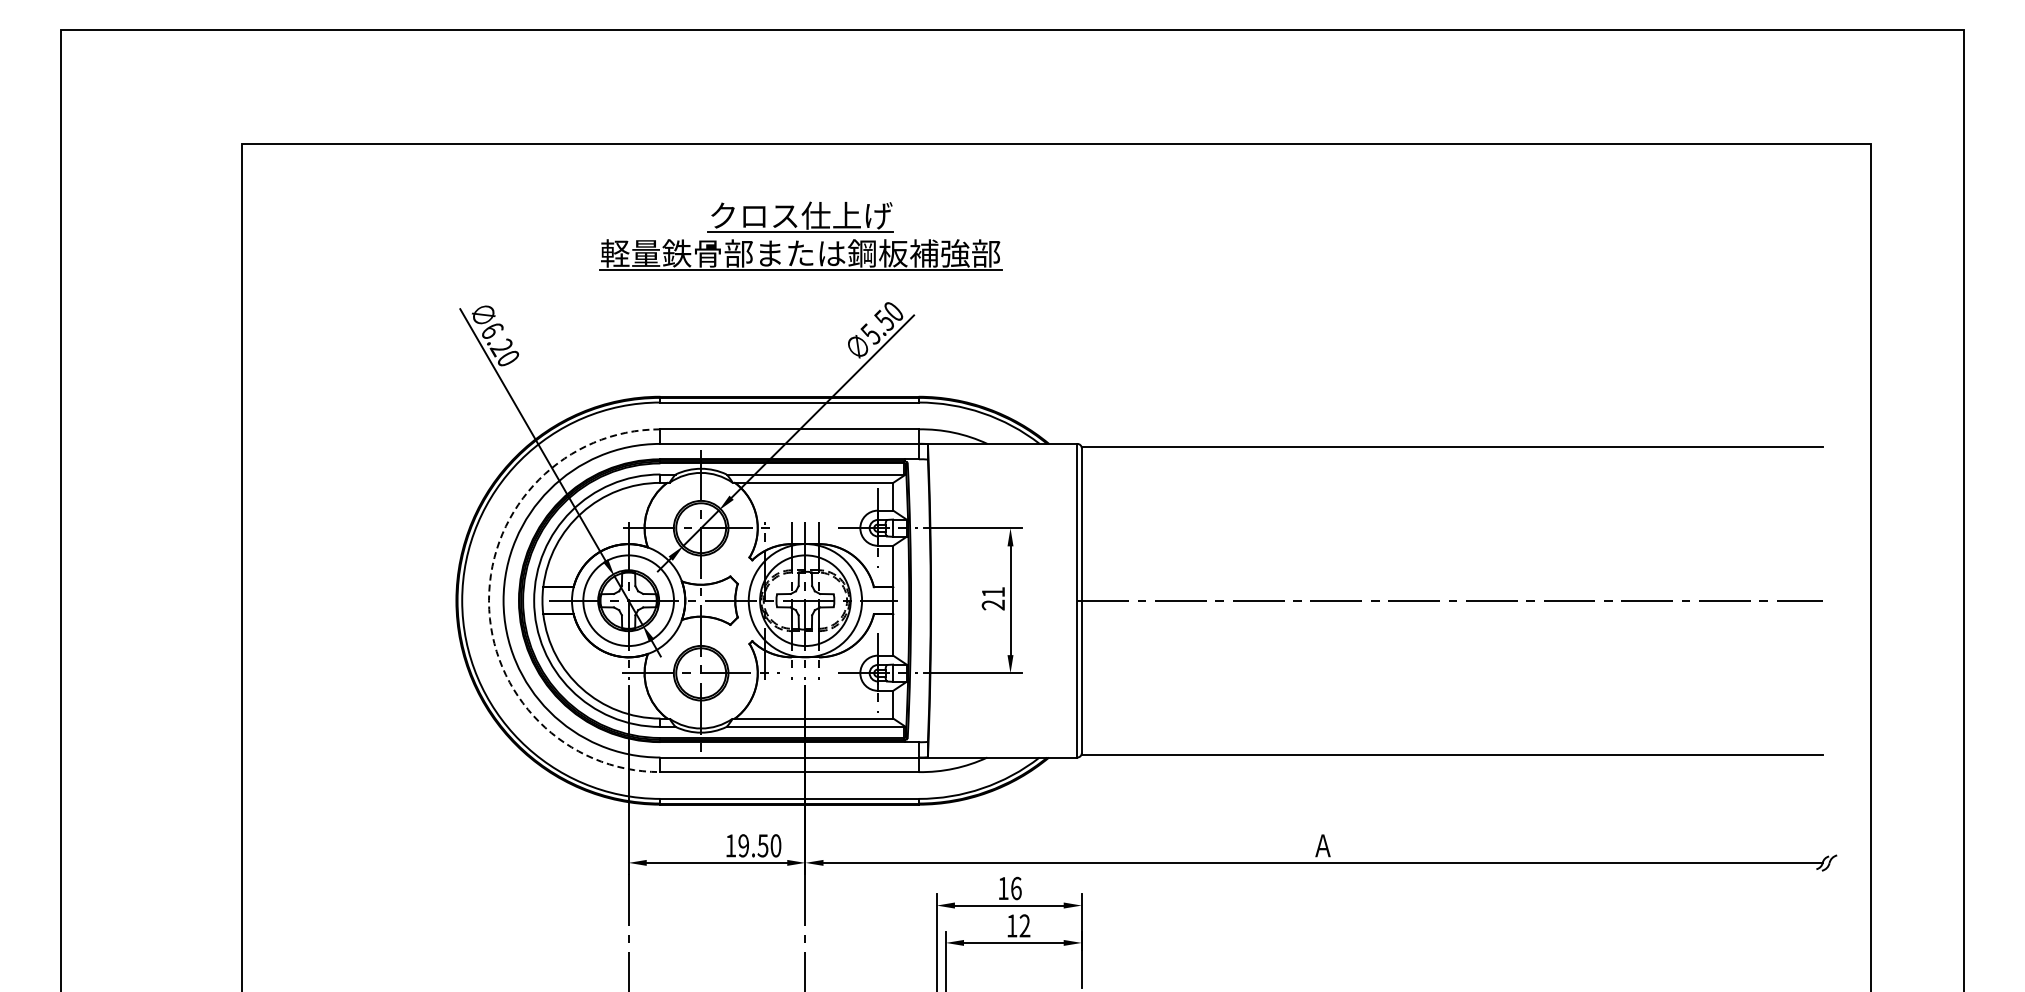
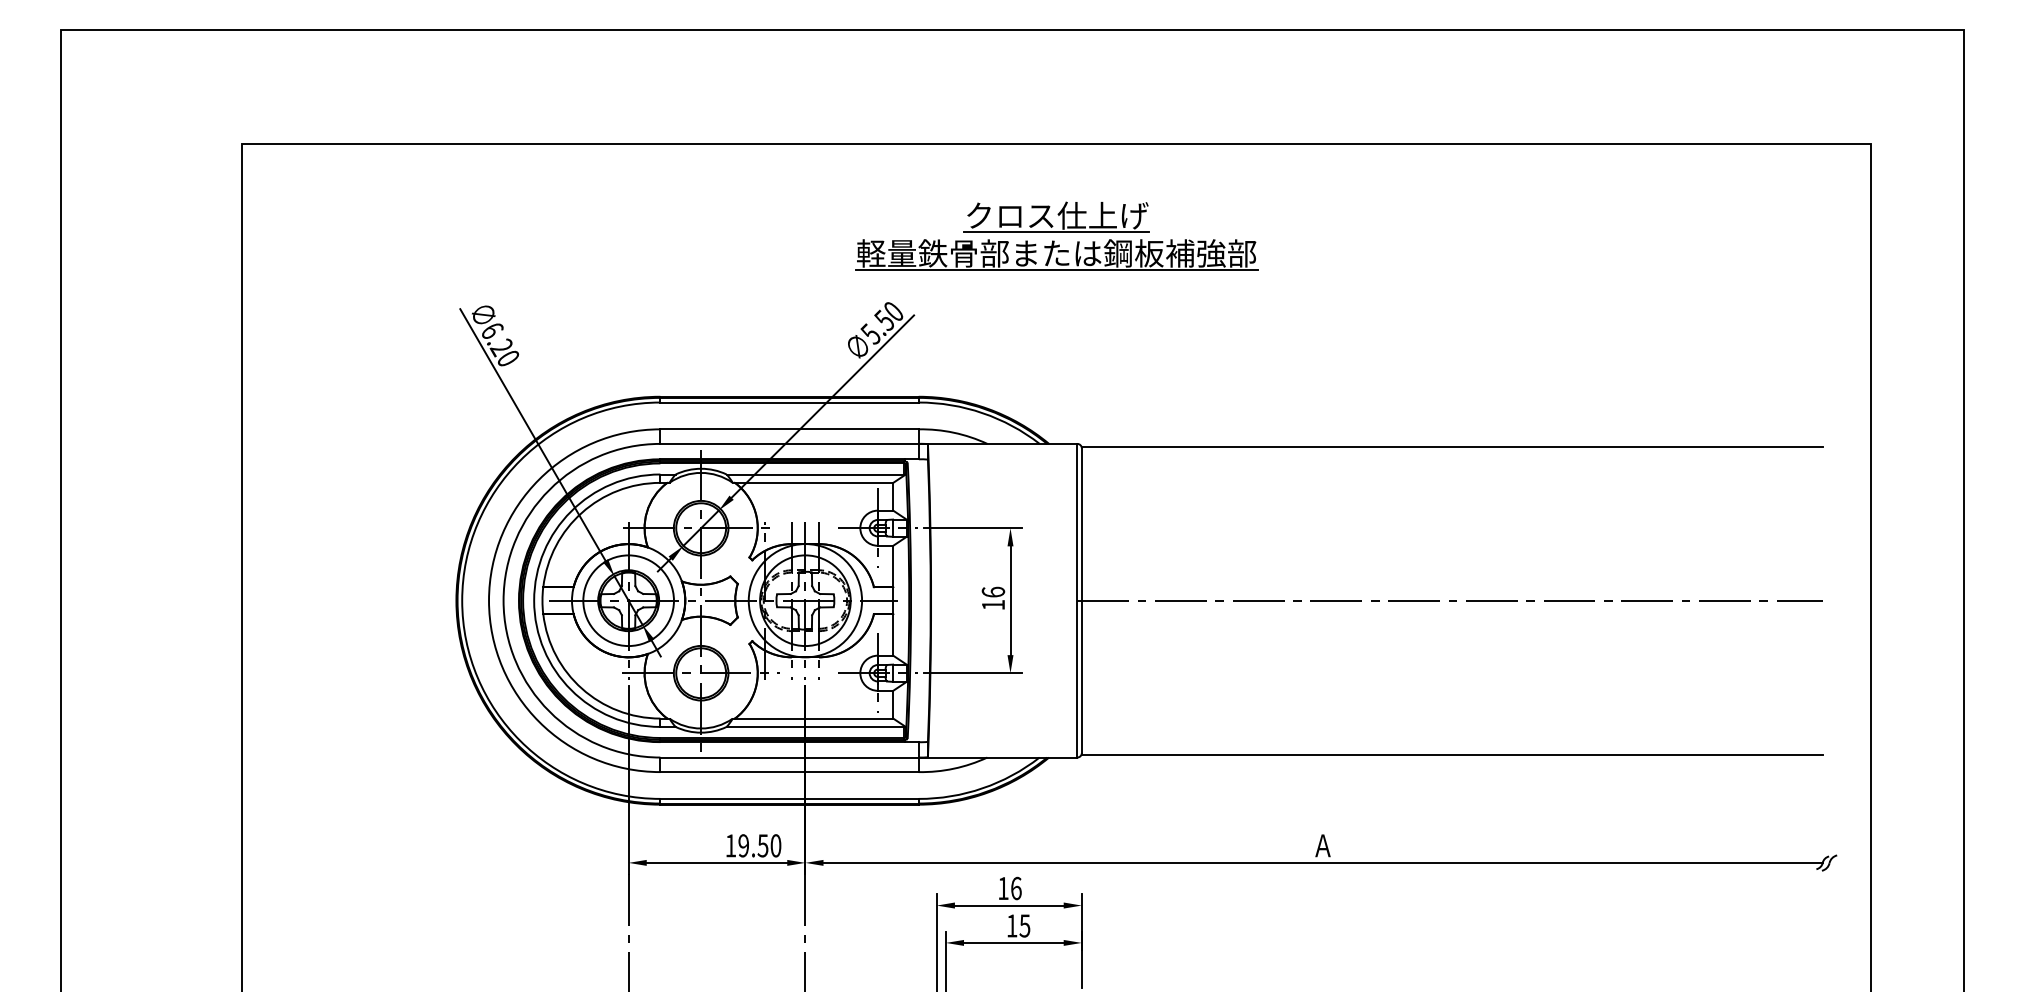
part at (800, 235) position: (800, 235) -> (1056, 235)
text at (993, 598): 21 -> 16
arc at (489, 600): dashed -> solid
text at (1024, 925): 12 -> 15
